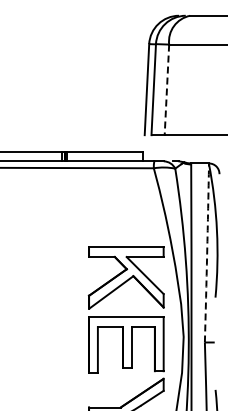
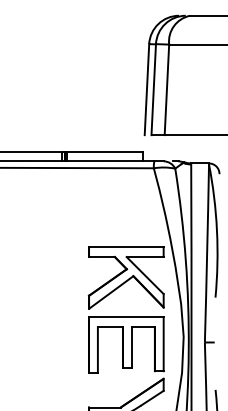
line at (166, 90): dashed -> solid
arc at (207, 253): dashed -> solid
